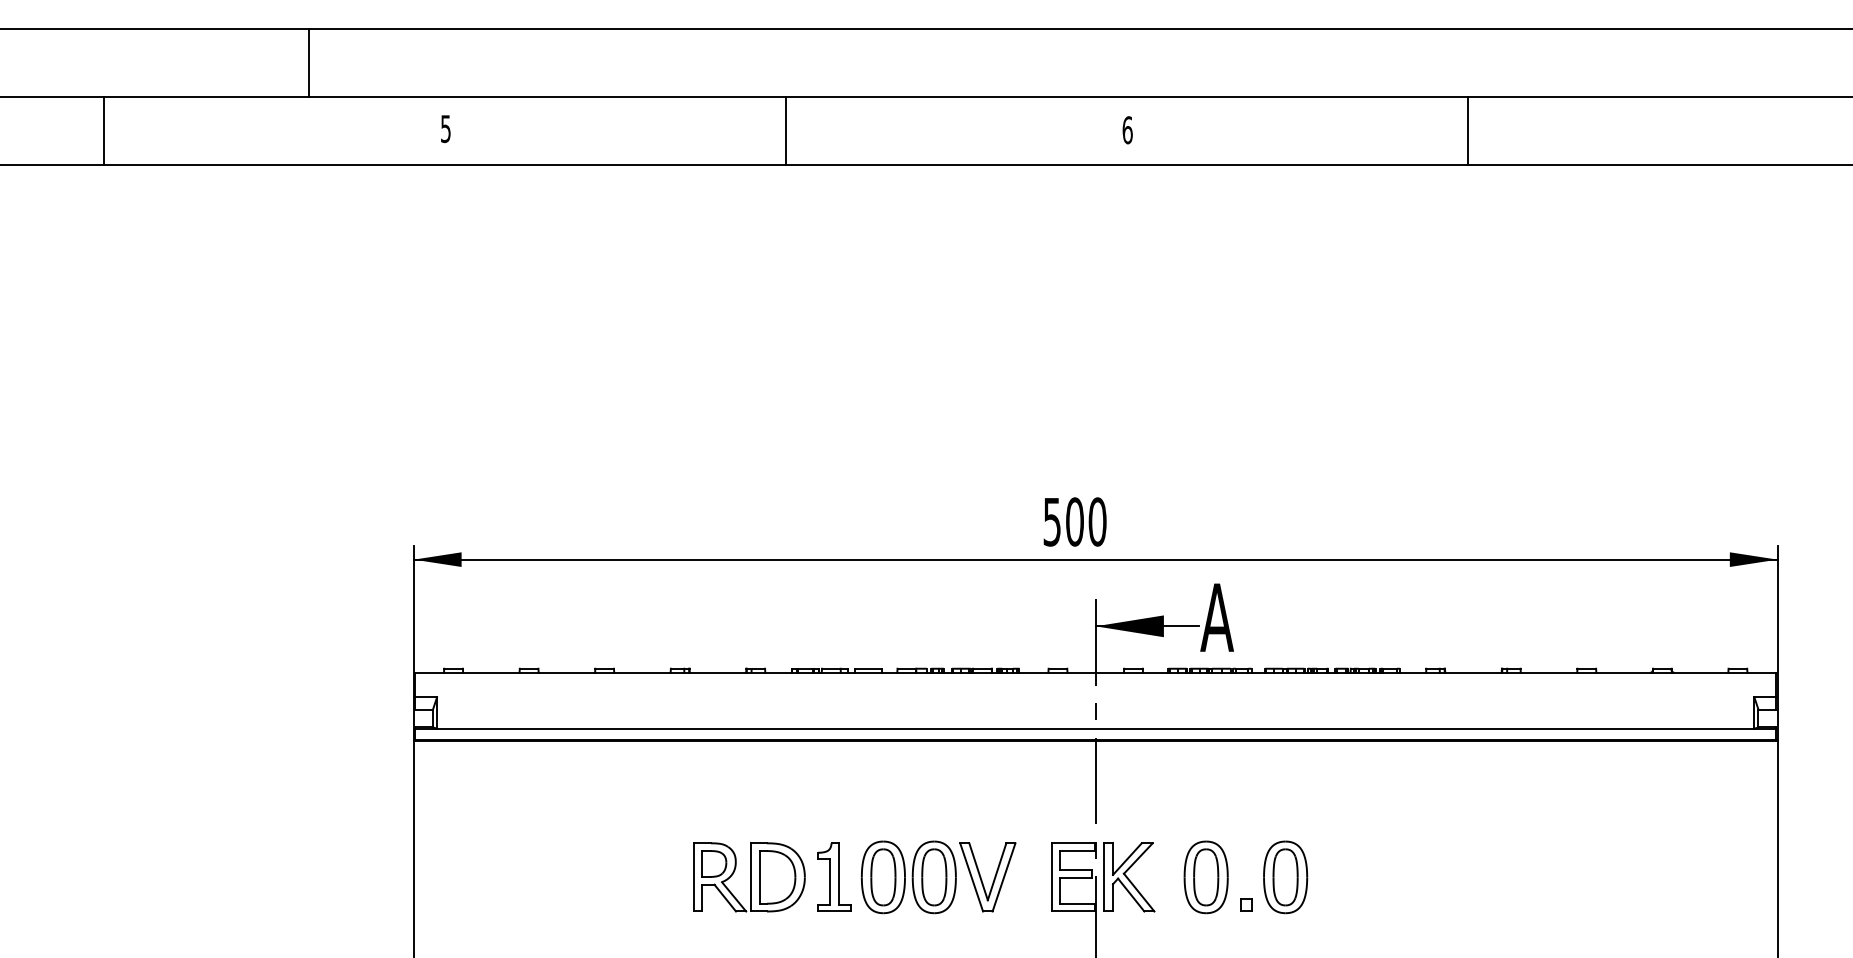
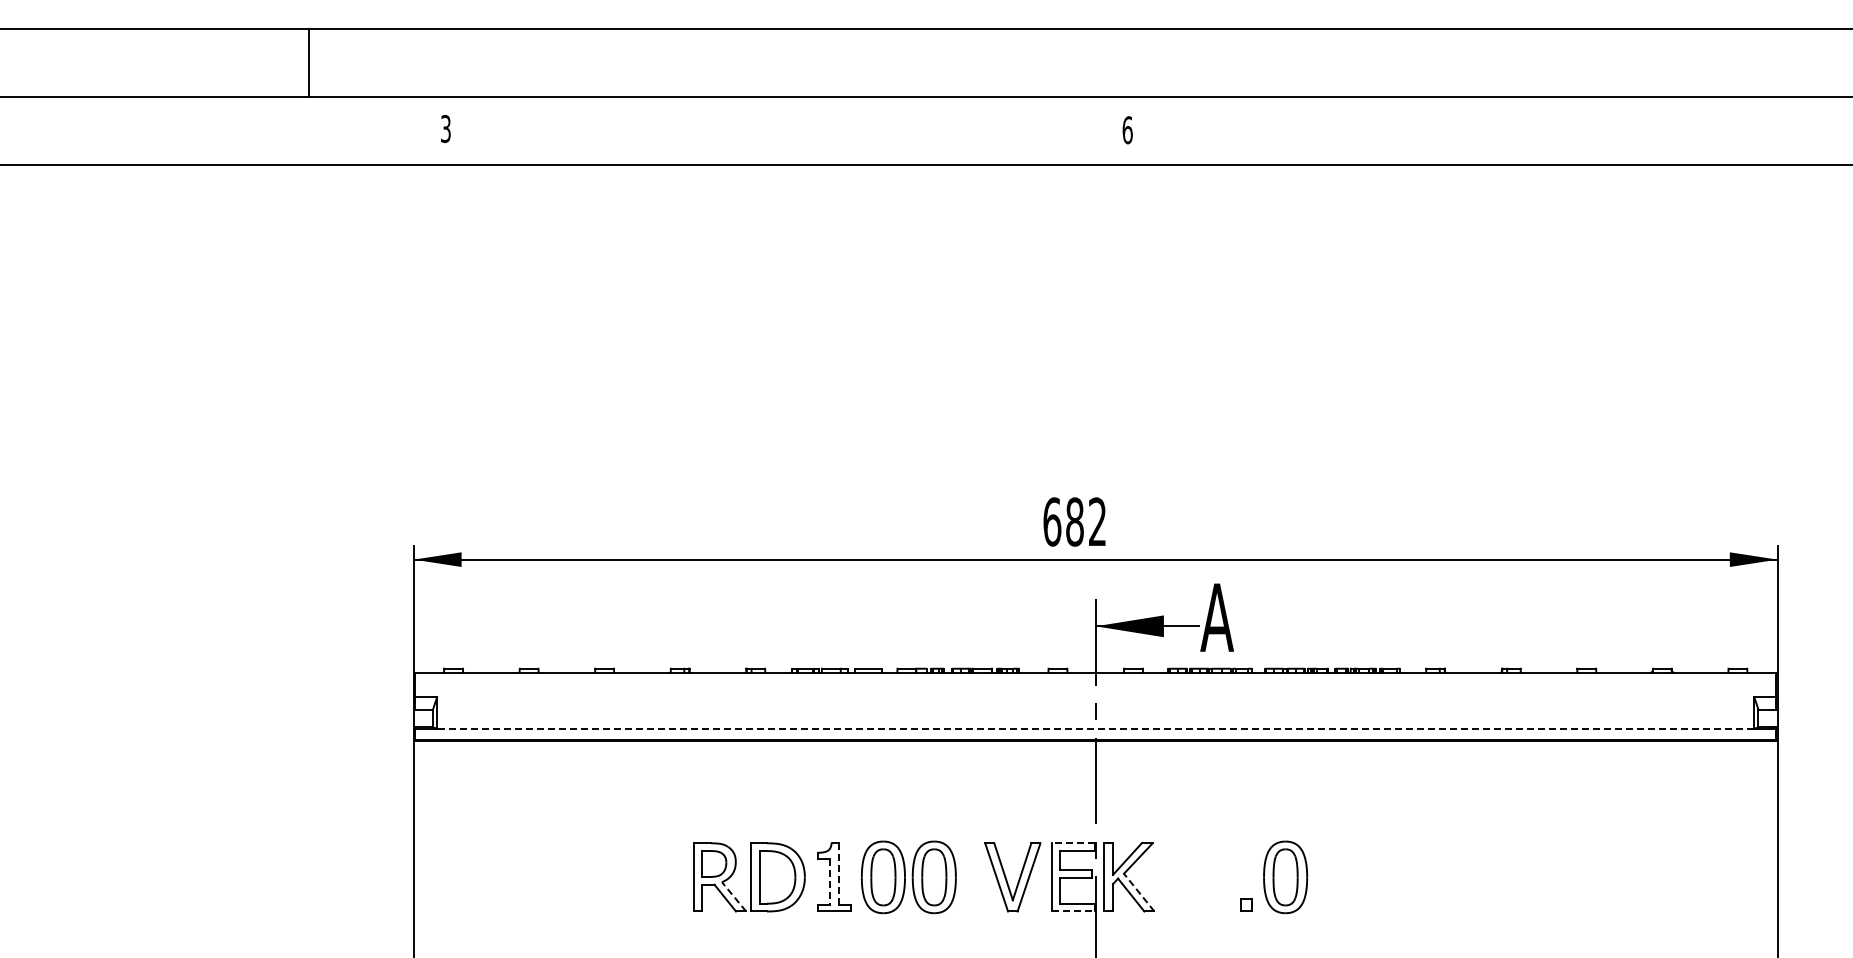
text at (445, 128): 5 -> 3
line at (104, 130): present -> none
line at (786, 130): present -> none
line at (1468, 130): present -> none
text at (1074, 521): 500 -> 682
line at (1095, 728): solid -> dashed
line at (1073, 843): solid -> dashed
line at (838, 873): solid -> dashed
part at (987, 877) position: (987, 877) -> (1012, 877)
part at (1205, 877): present -> none
line at (829, 881): solid -> dashed
line at (1138, 892): solid -> dashed
line at (733, 896): solid -> dashed
line at (1073, 911): solid -> dashed
